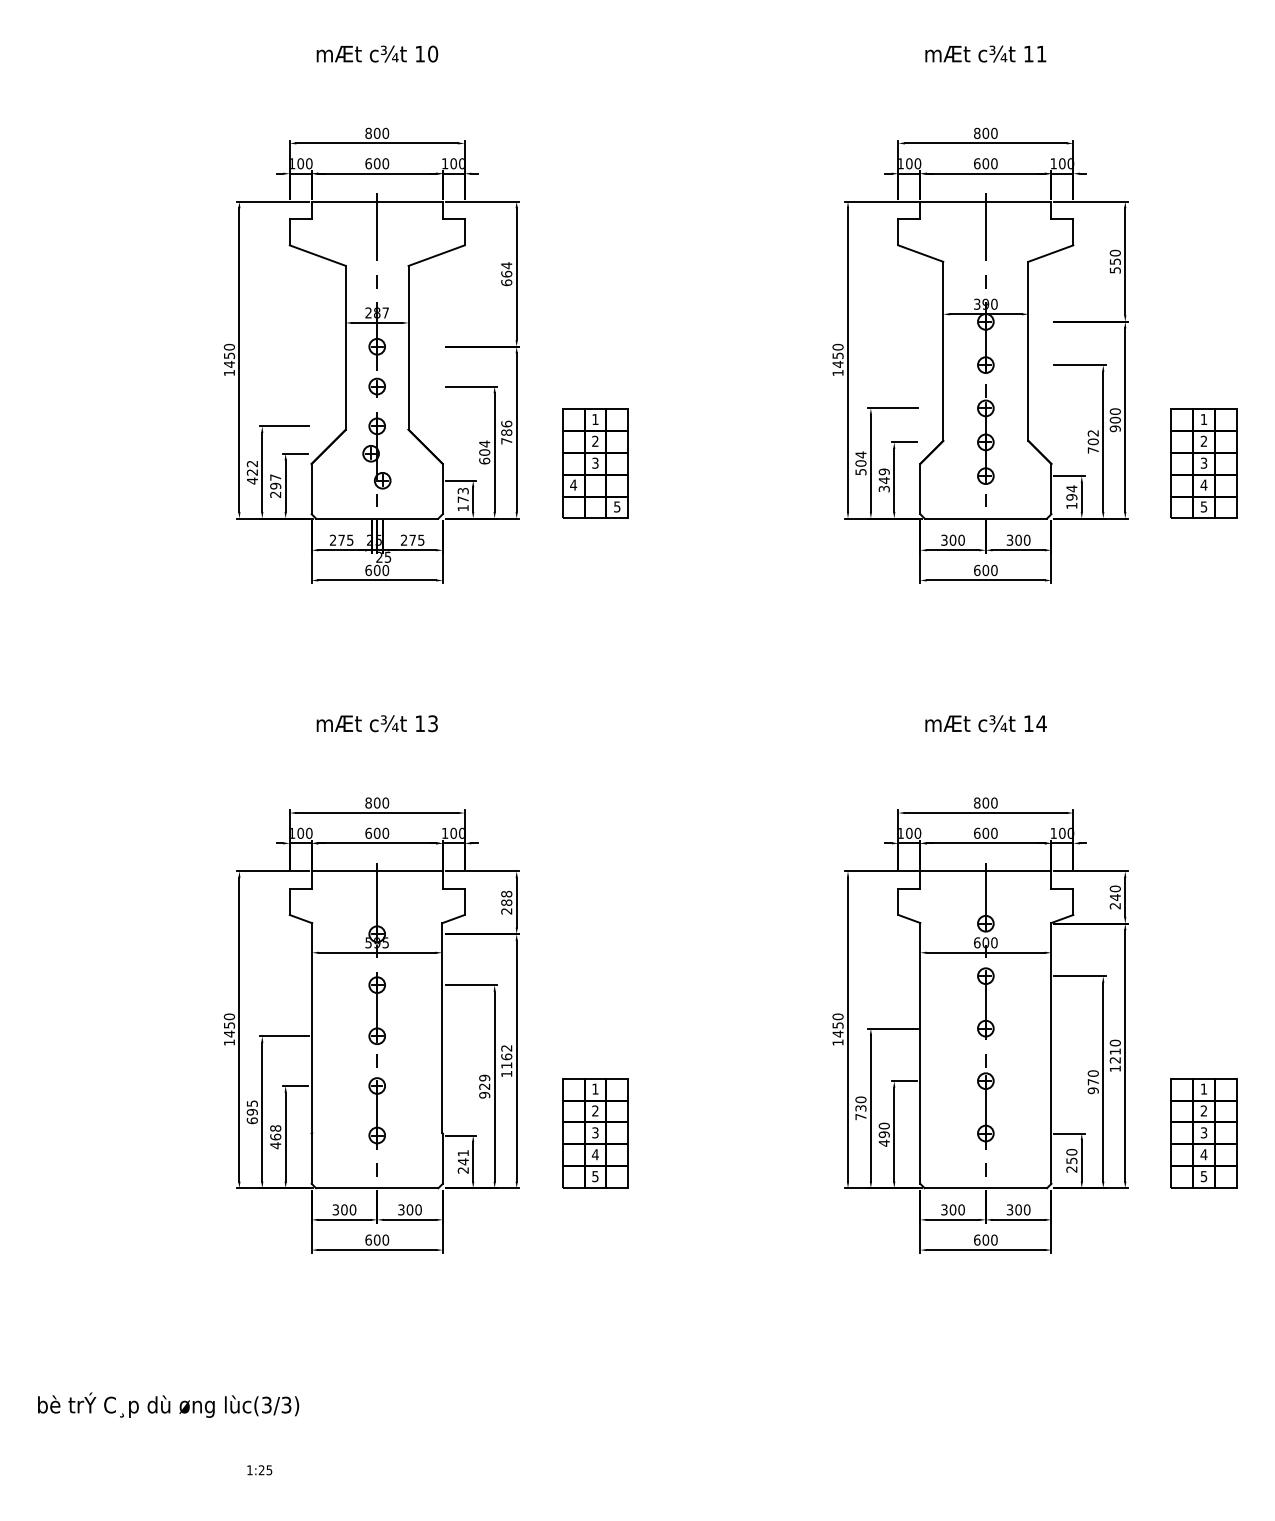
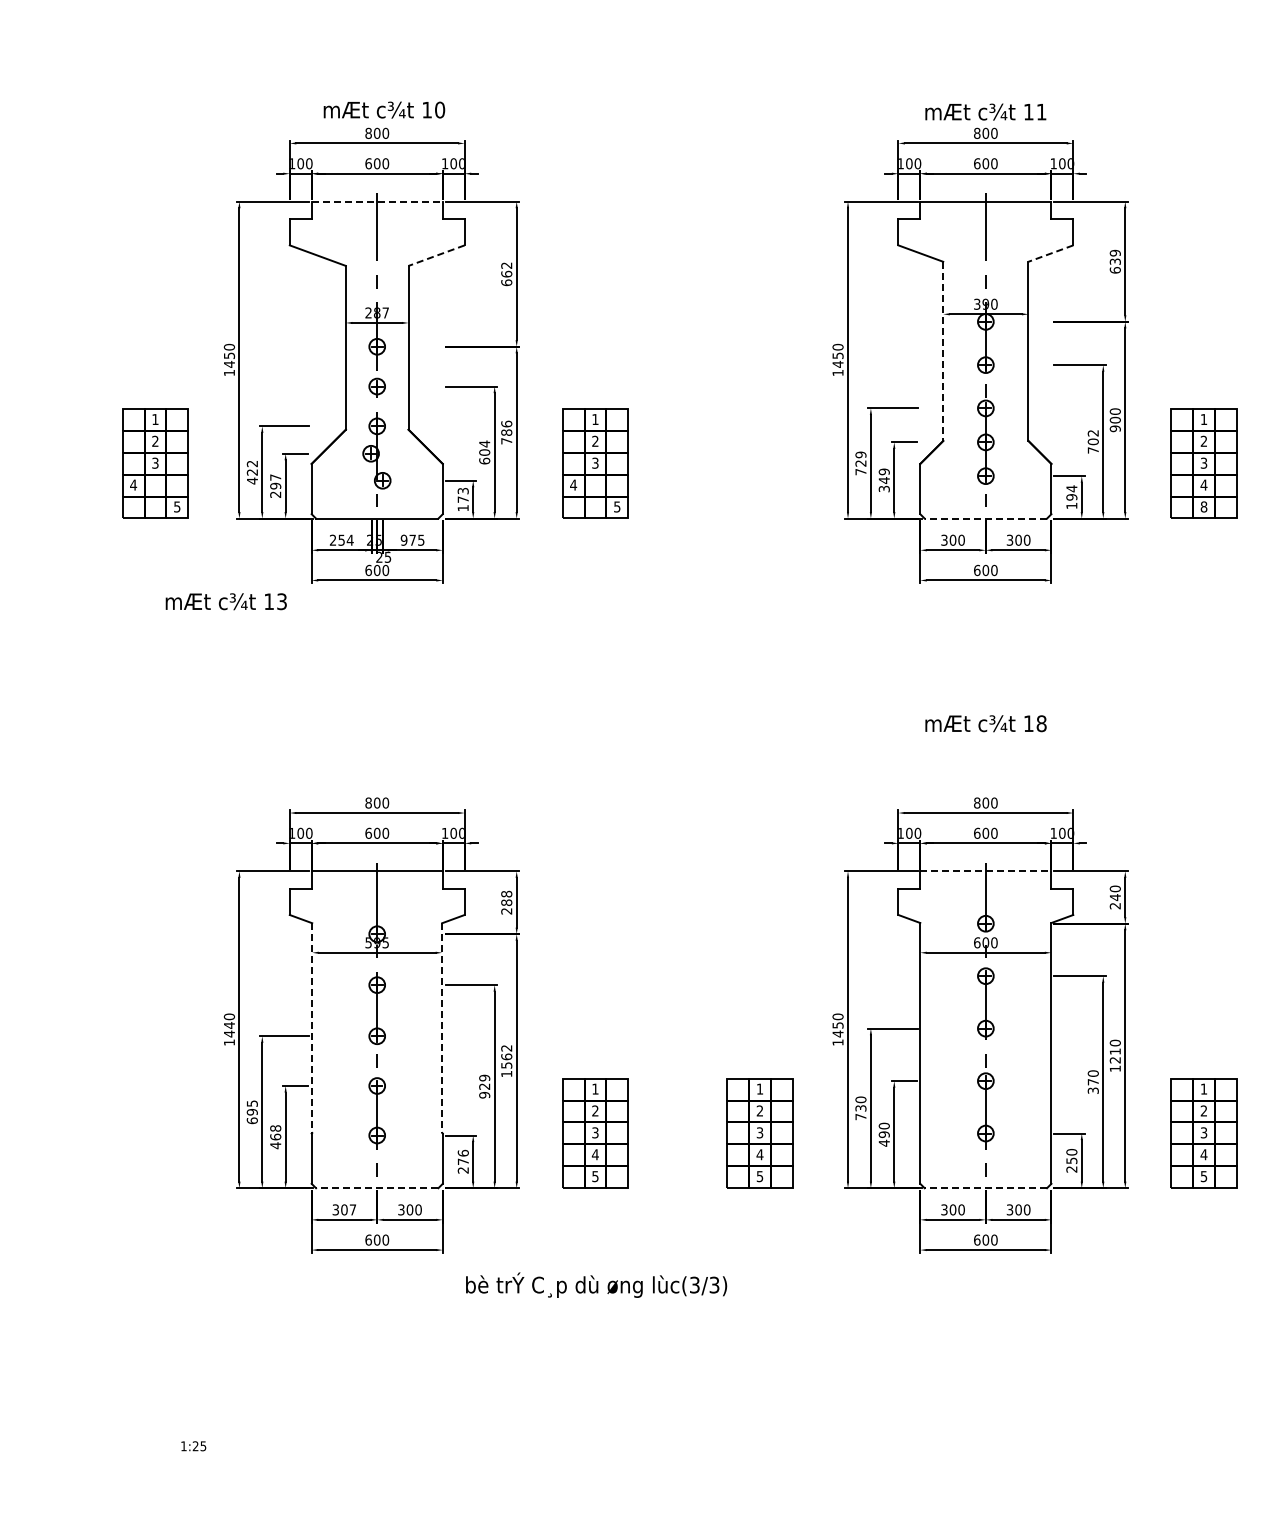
text at (377, 53) position: (377, 53) -> (384, 109)
text at (985, 53) position: (985, 53) -> (985, 111)
line at (377, 201): solid -> dashed
line at (1050, 253): solid -> dashed
line at (436, 255): solid -> dashed
text at (1114, 261): 550 -> 639
text at (506, 265): 664 -> 662
line at (943, 351): solid -> dashed
part at (155, 463): none -> present
text at (860, 463): 504 -> 729
text at (1203, 506): 5 -> 8
line at (985, 518): solid -> dashed
text at (345, 539): 275 -> 254
text at (403, 539): 275 -> 975
text at (376, 723) position: (376, 723) -> (225, 601)
text at (1041, 723): 14 -> 18
line at (985, 871): solid -> dashed
text at (229, 1025): 1450 -> 1440
line at (312, 1028): solid -> dashed
line at (442, 1028): solid -> dashed
text at (506, 1065): 1162 -> 1562
text at (1092, 1090): 970 -> 370
part at (759, 1133): none -> present
text at (462, 1157): 241 -> 276
line at (376, 1188): solid -> dashed
line at (985, 1188): solid -> dashed
text at (352, 1209): 300 -> 307
text at (168, 1404) position: (168, 1404) -> (596, 1284)
text at (259, 1470) position: (259, 1470) -> (193, 1446)
